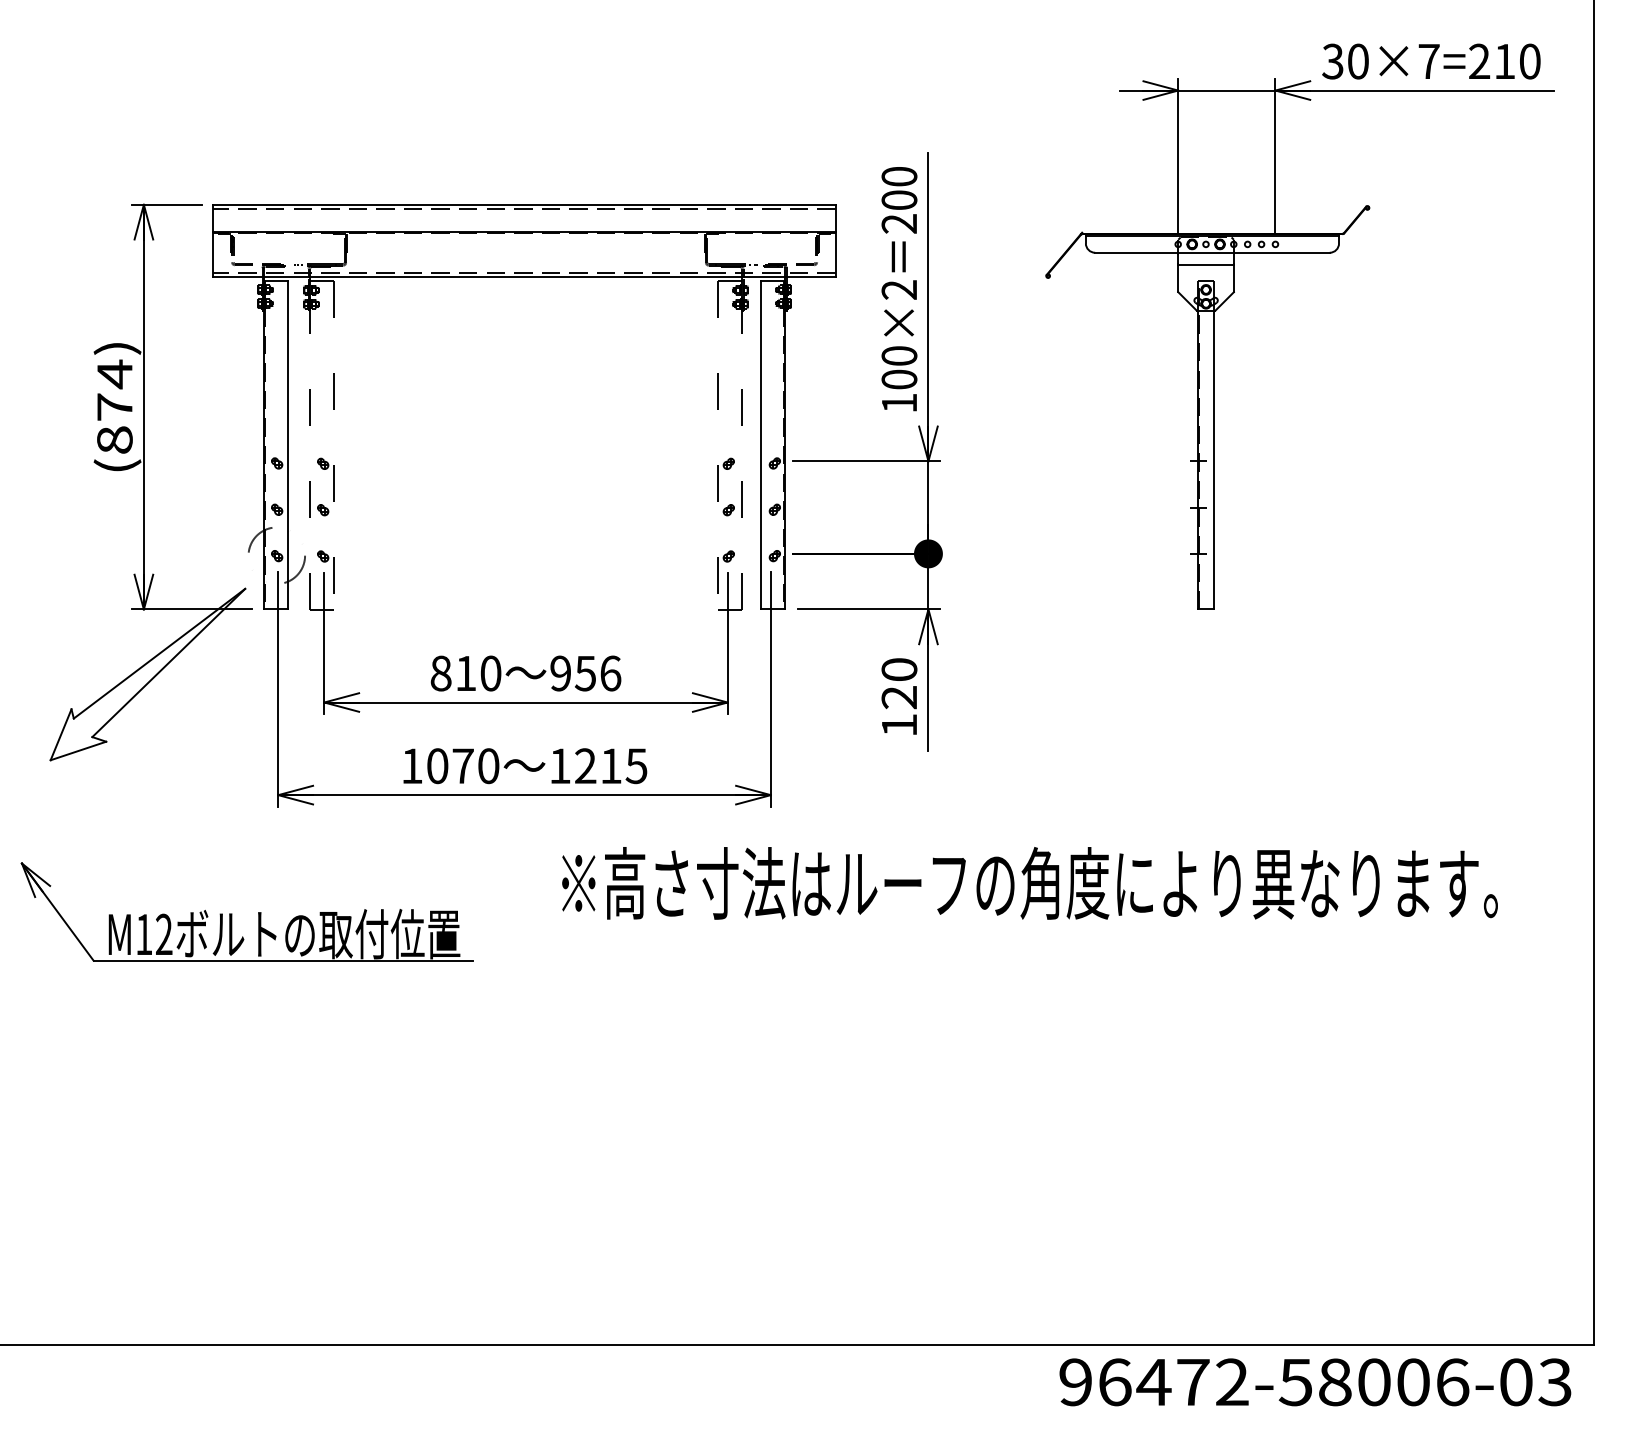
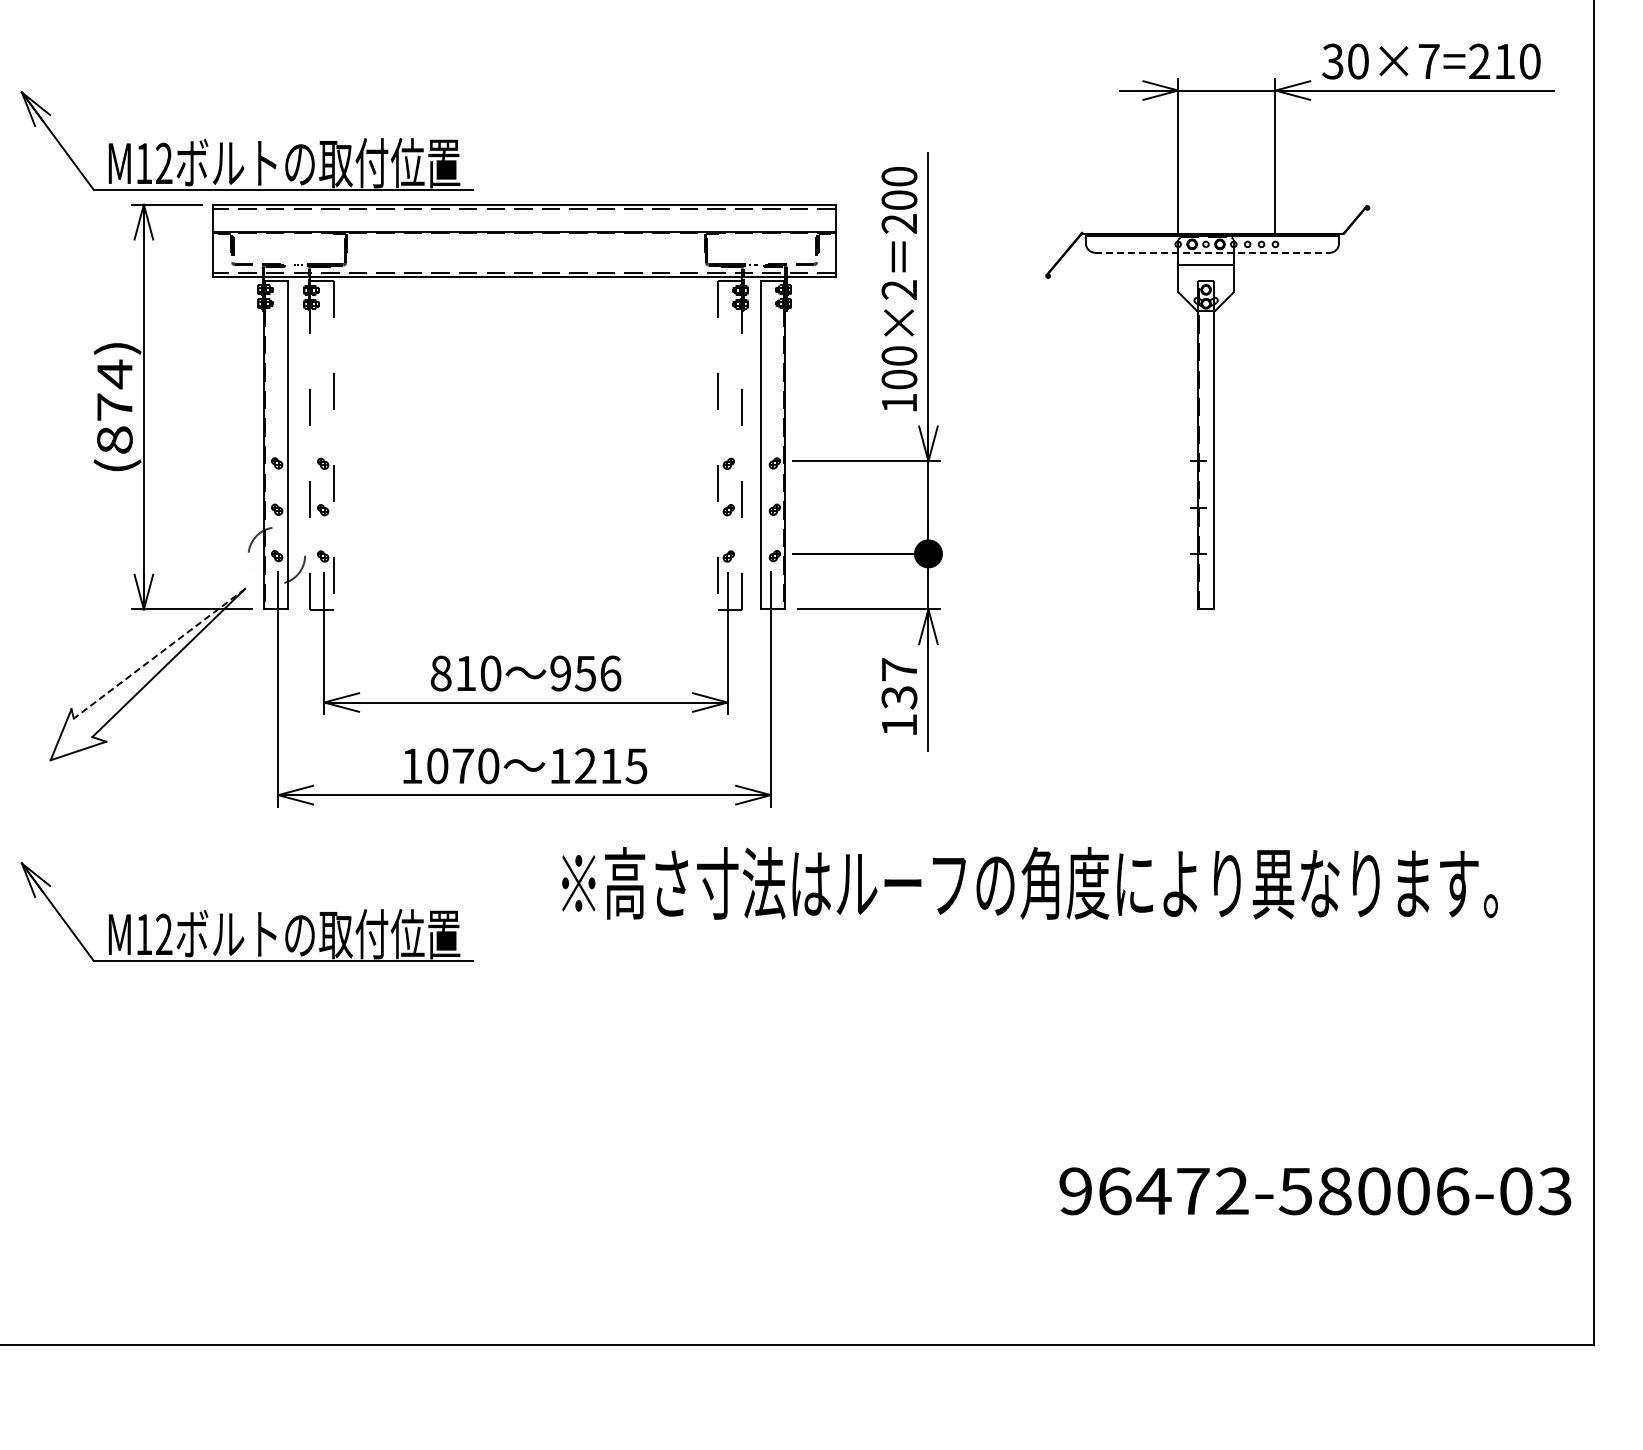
part at (258, 141): none -> present
line at (1212, 252): solid -> dashed
line at (159, 654): solid -> dashed
text at (899, 683): 120 -> 137
text at (1315, 1382) position: (1315, 1382) -> (1315, 1191)
